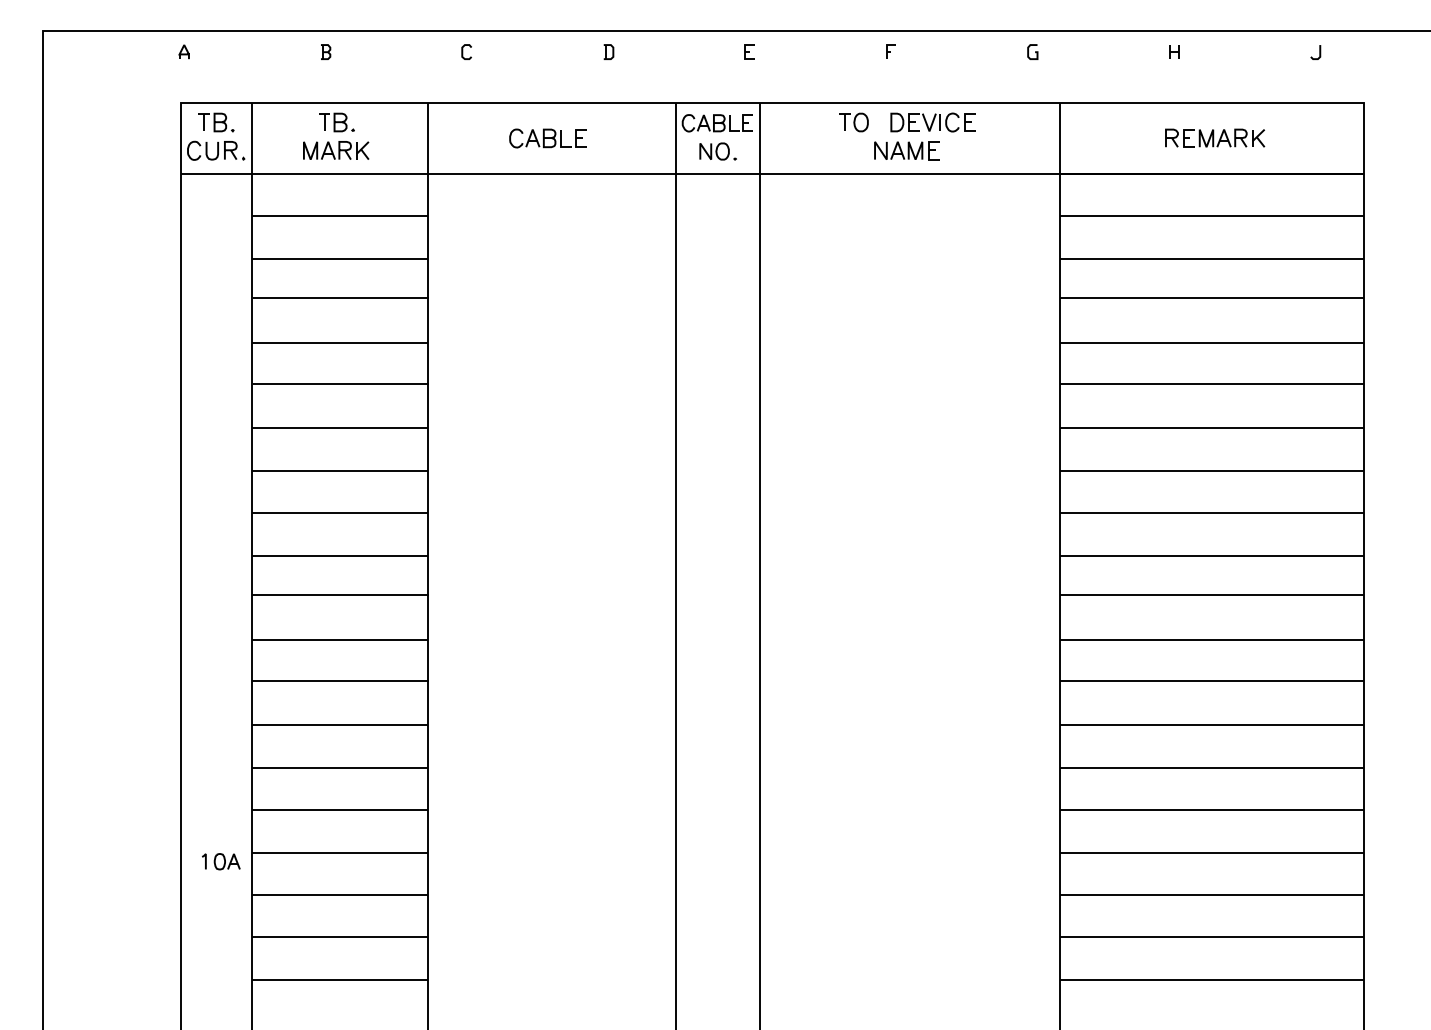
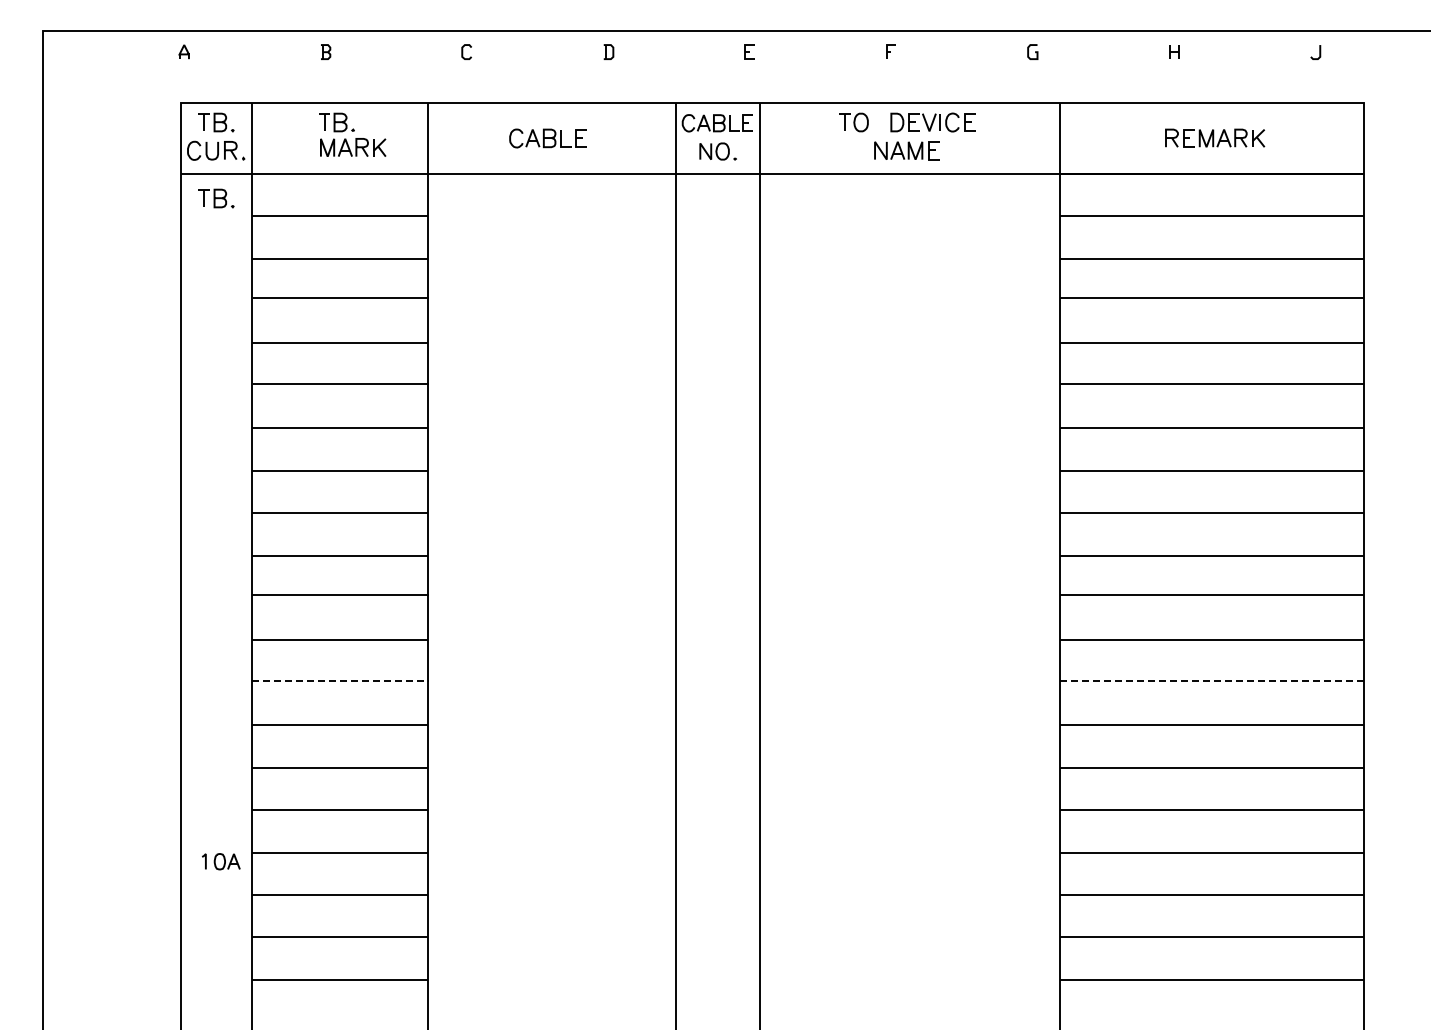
part at (336, 150) position: (336, 150) -> (353, 147)
part at (216, 198): none -> present
line at (340, 680): solid -> dashed
line at (1212, 680): solid -> dashed
